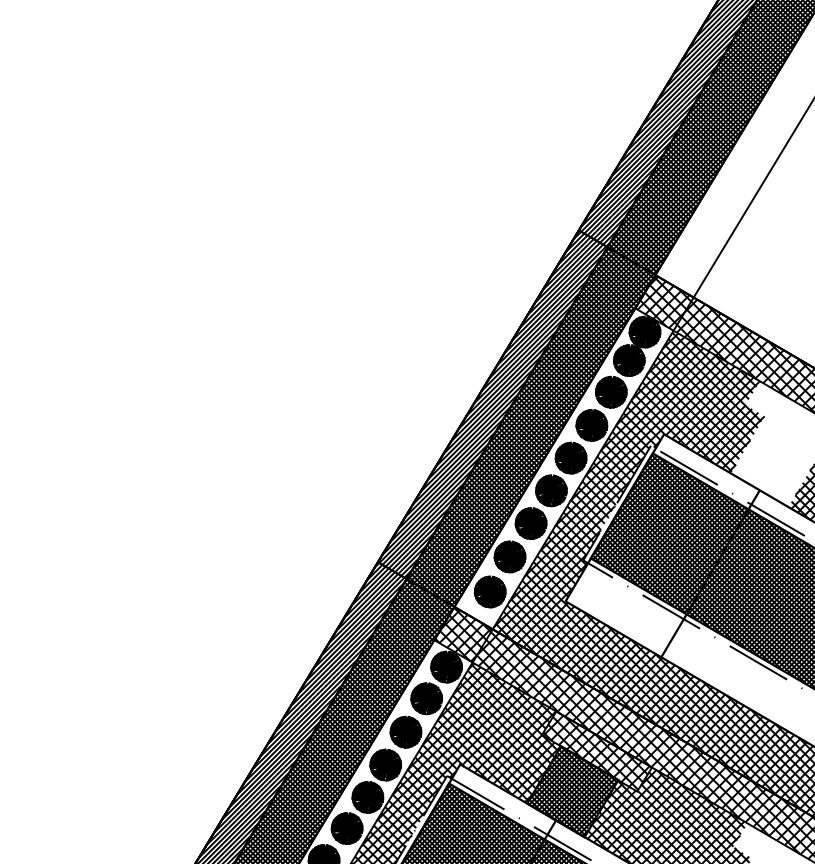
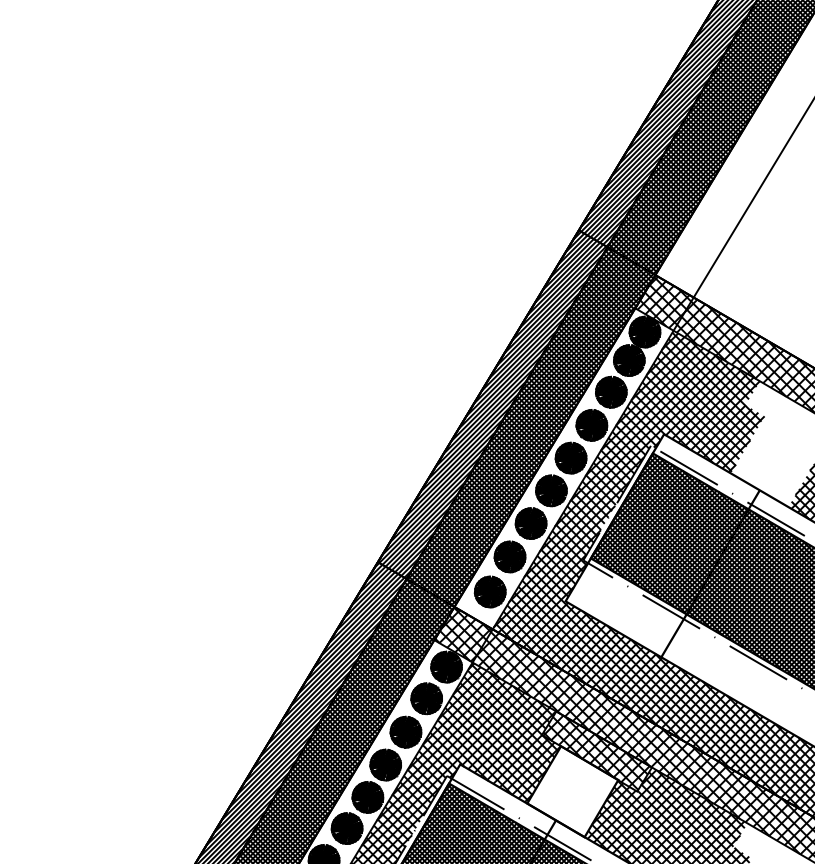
hatch at (572, 791): present -> none
